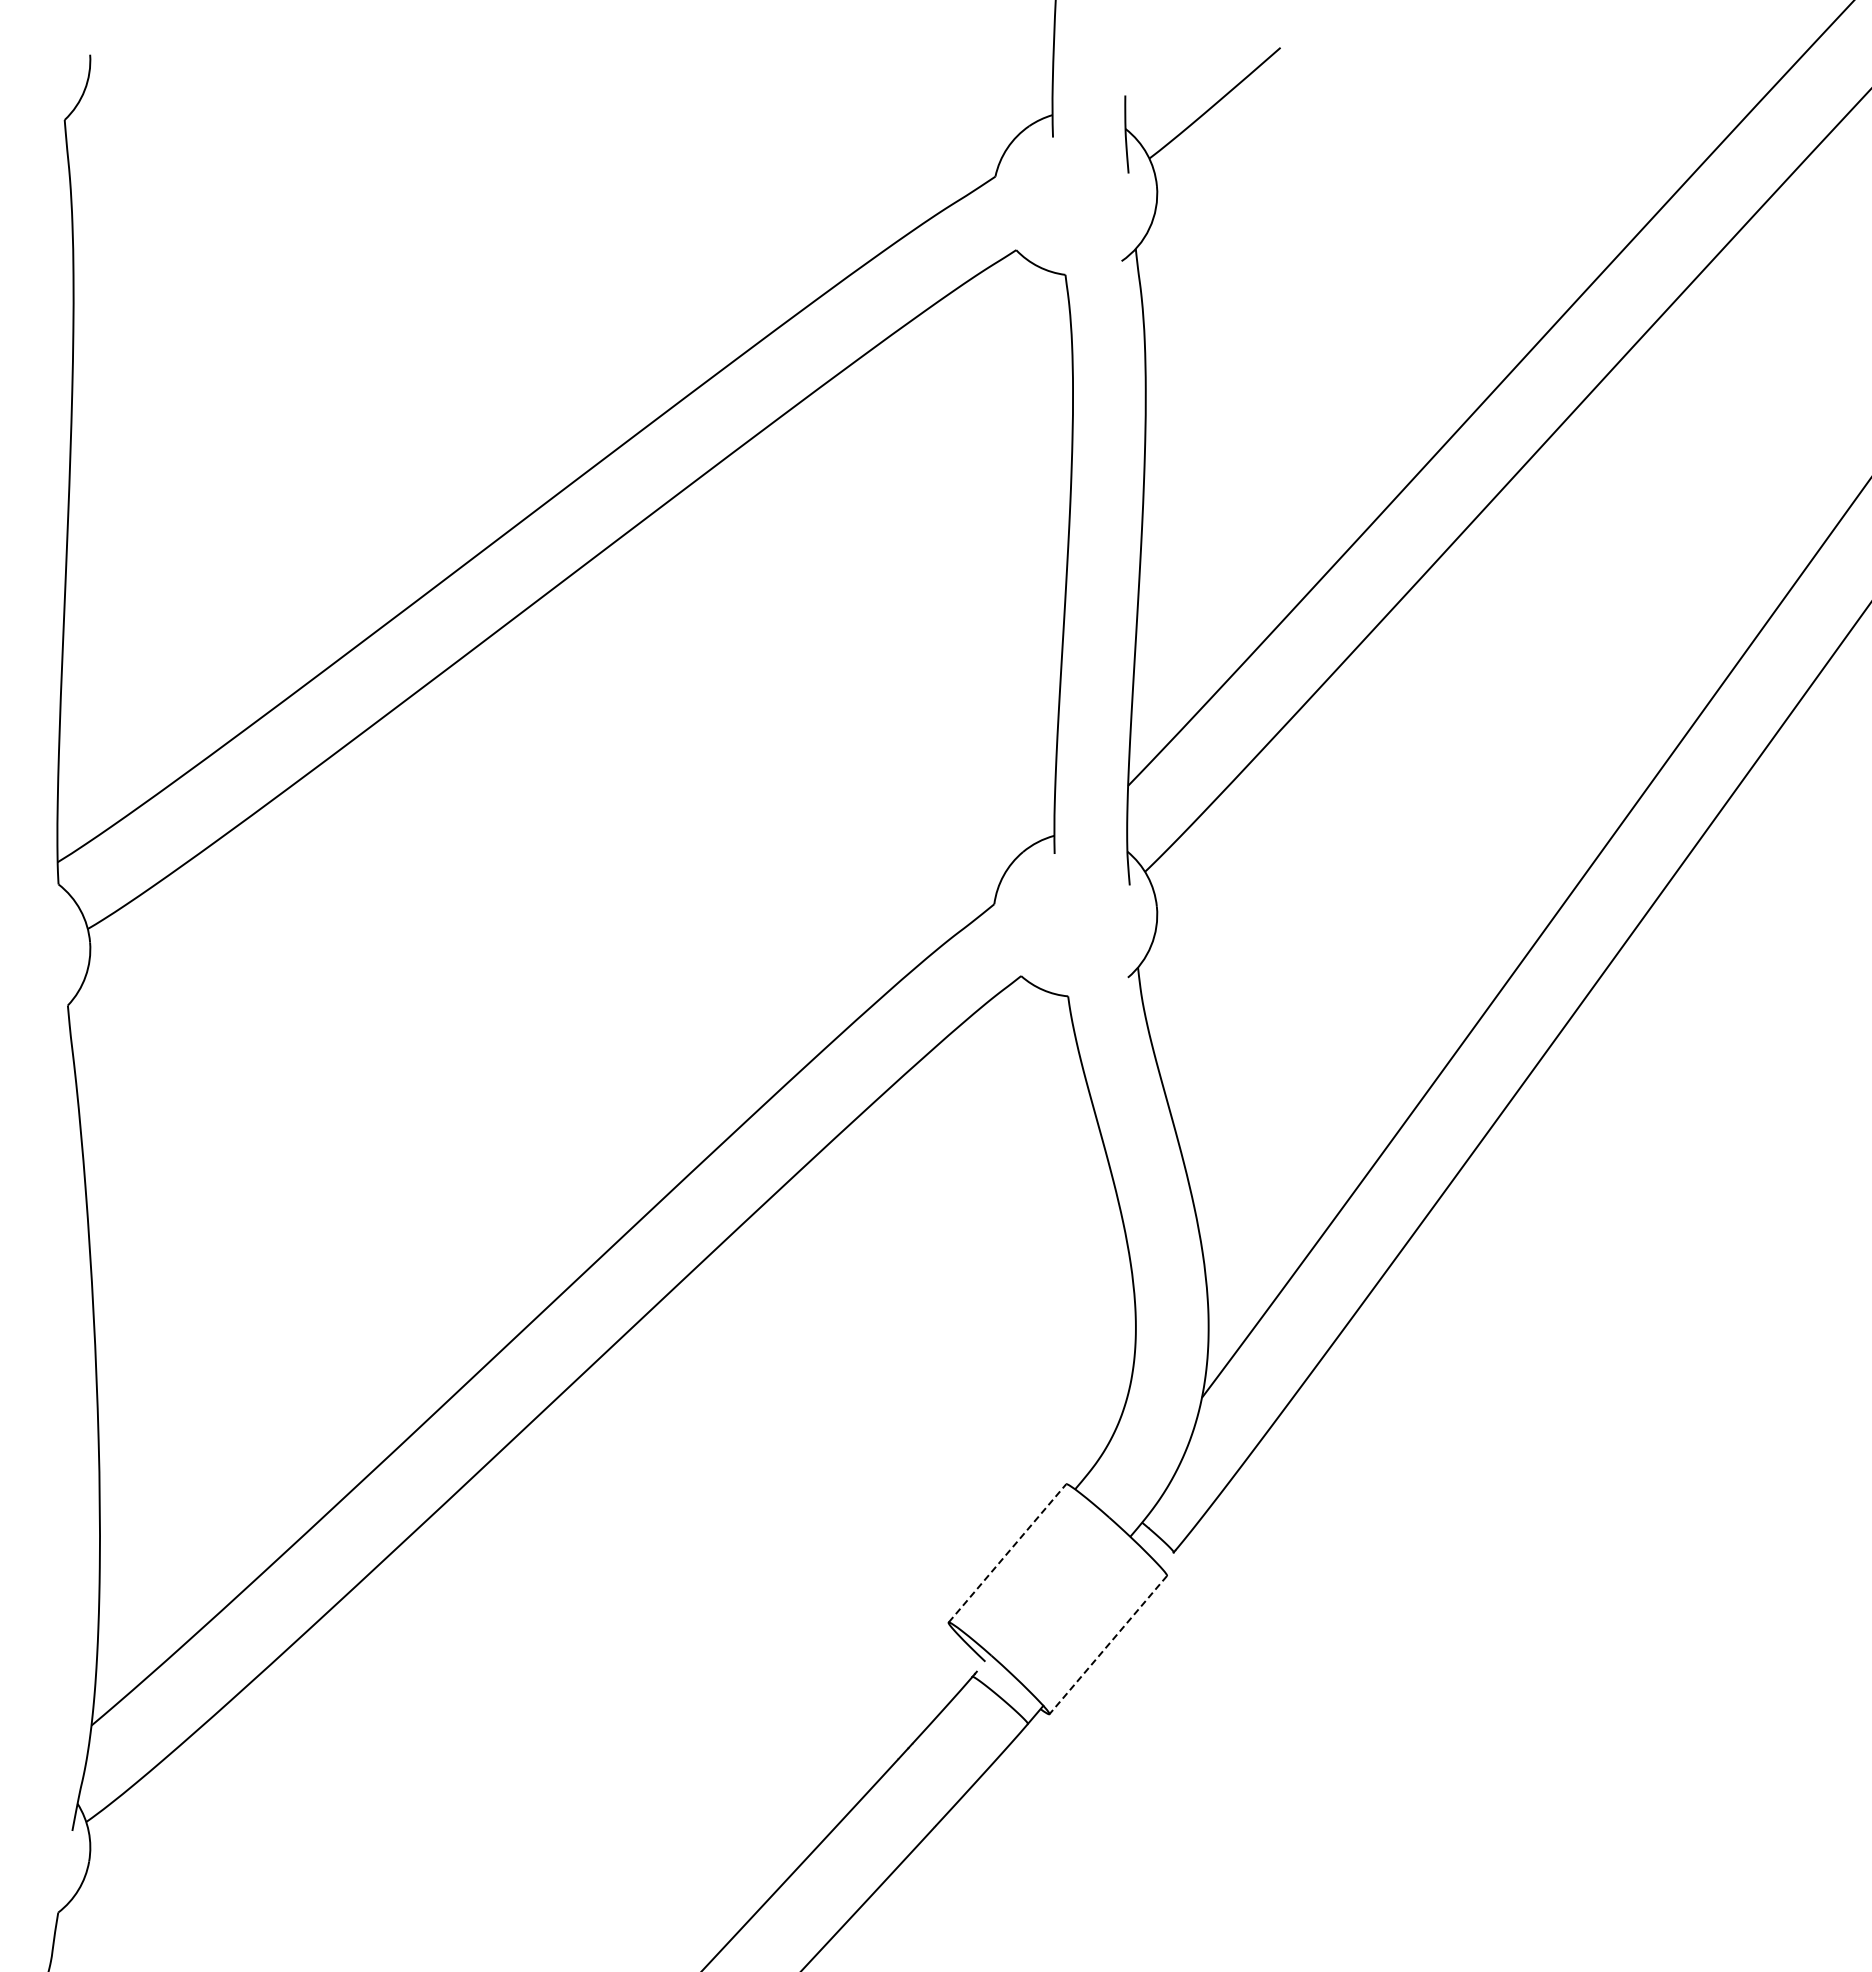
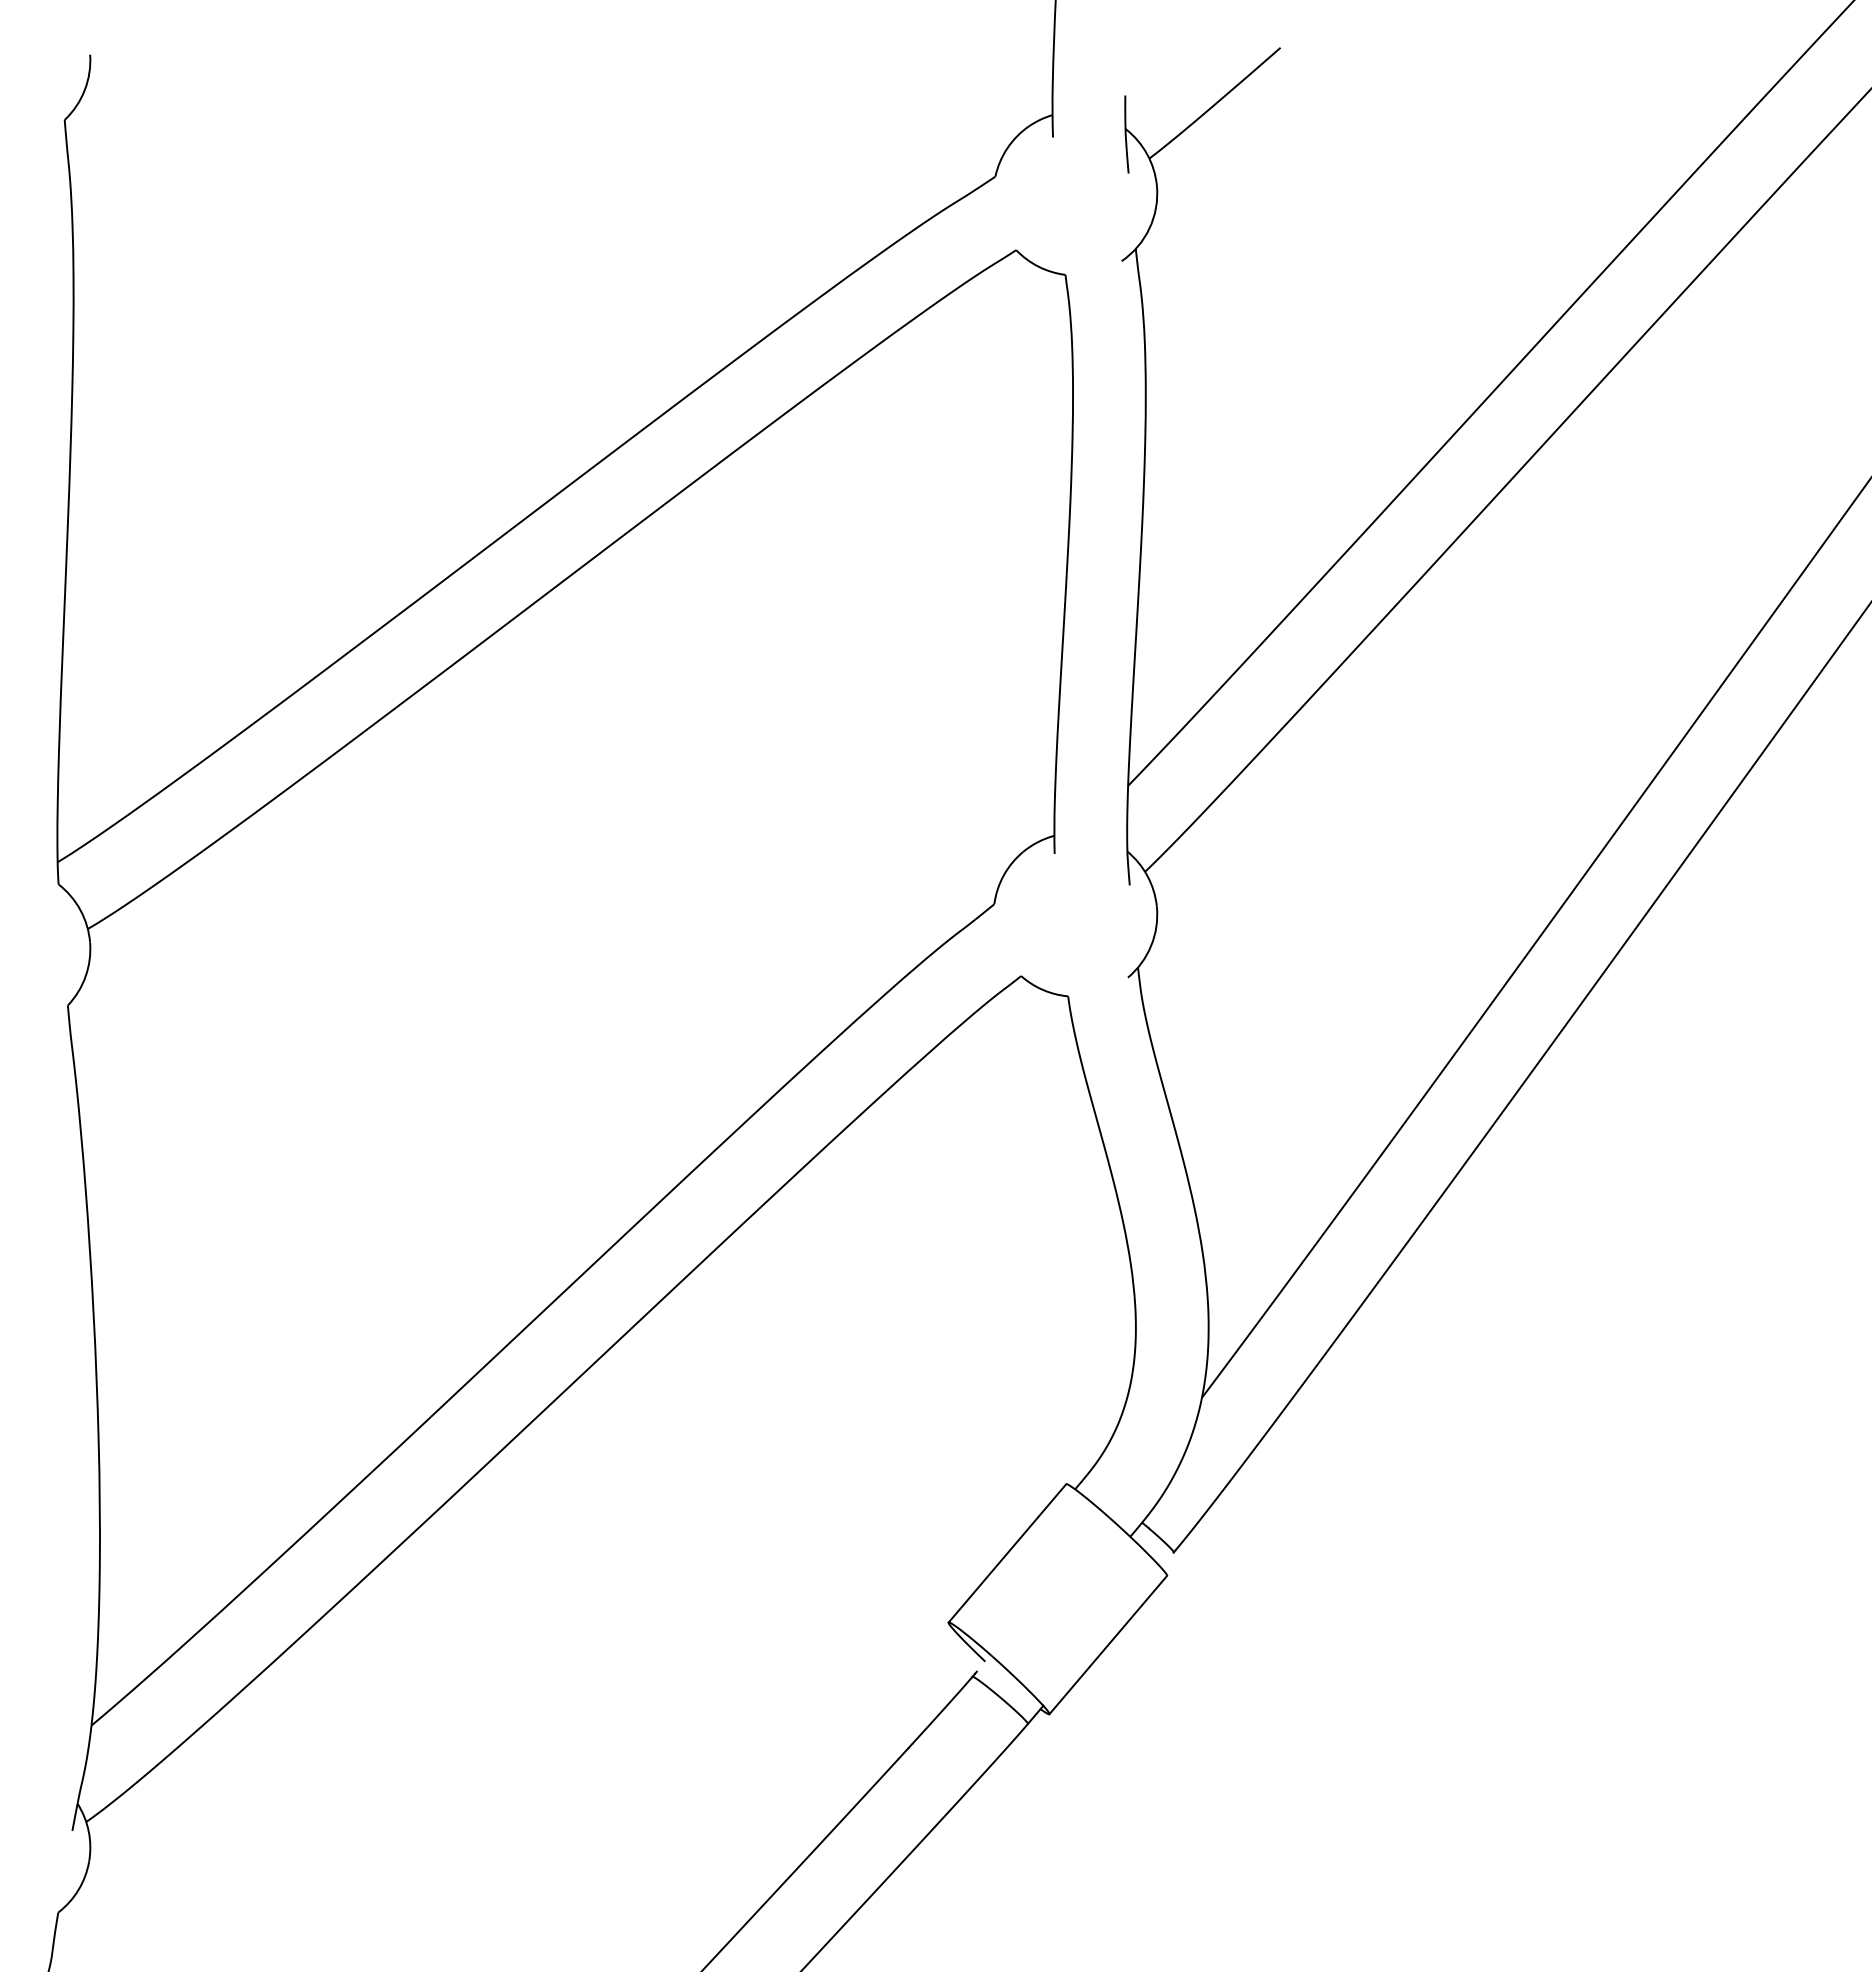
line at (1007, 1553): dashed -> solid
line at (1108, 1645): dashed -> solid
